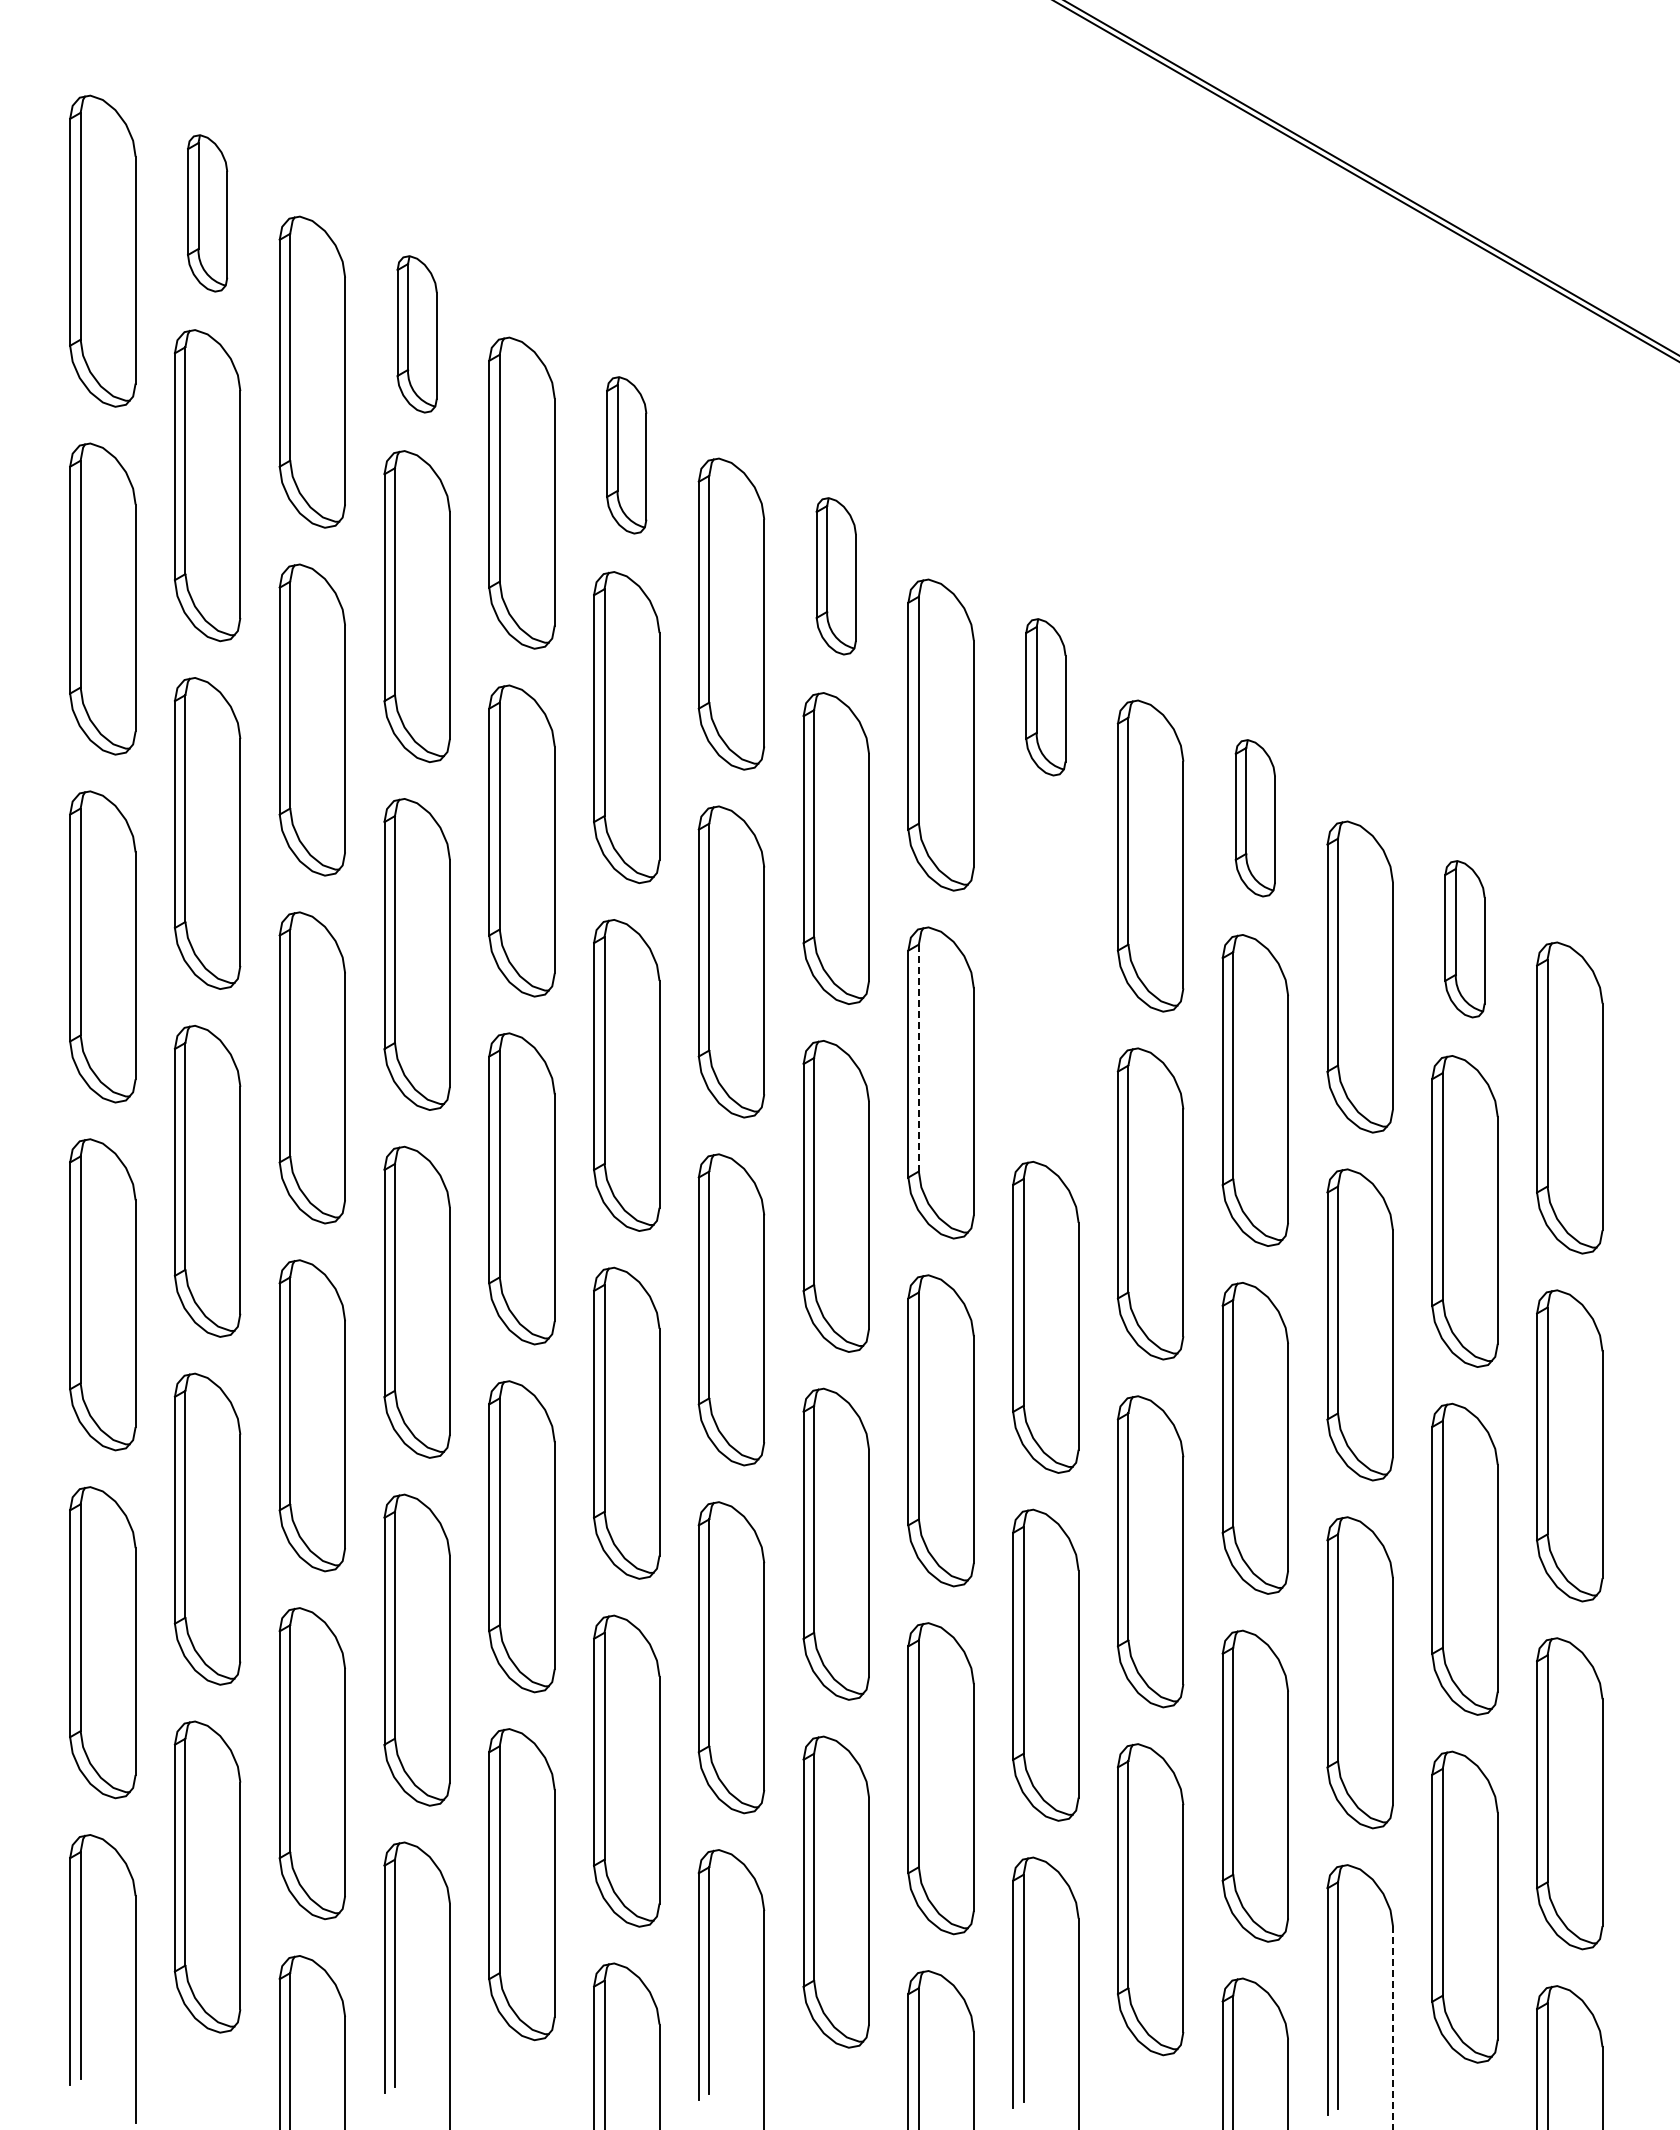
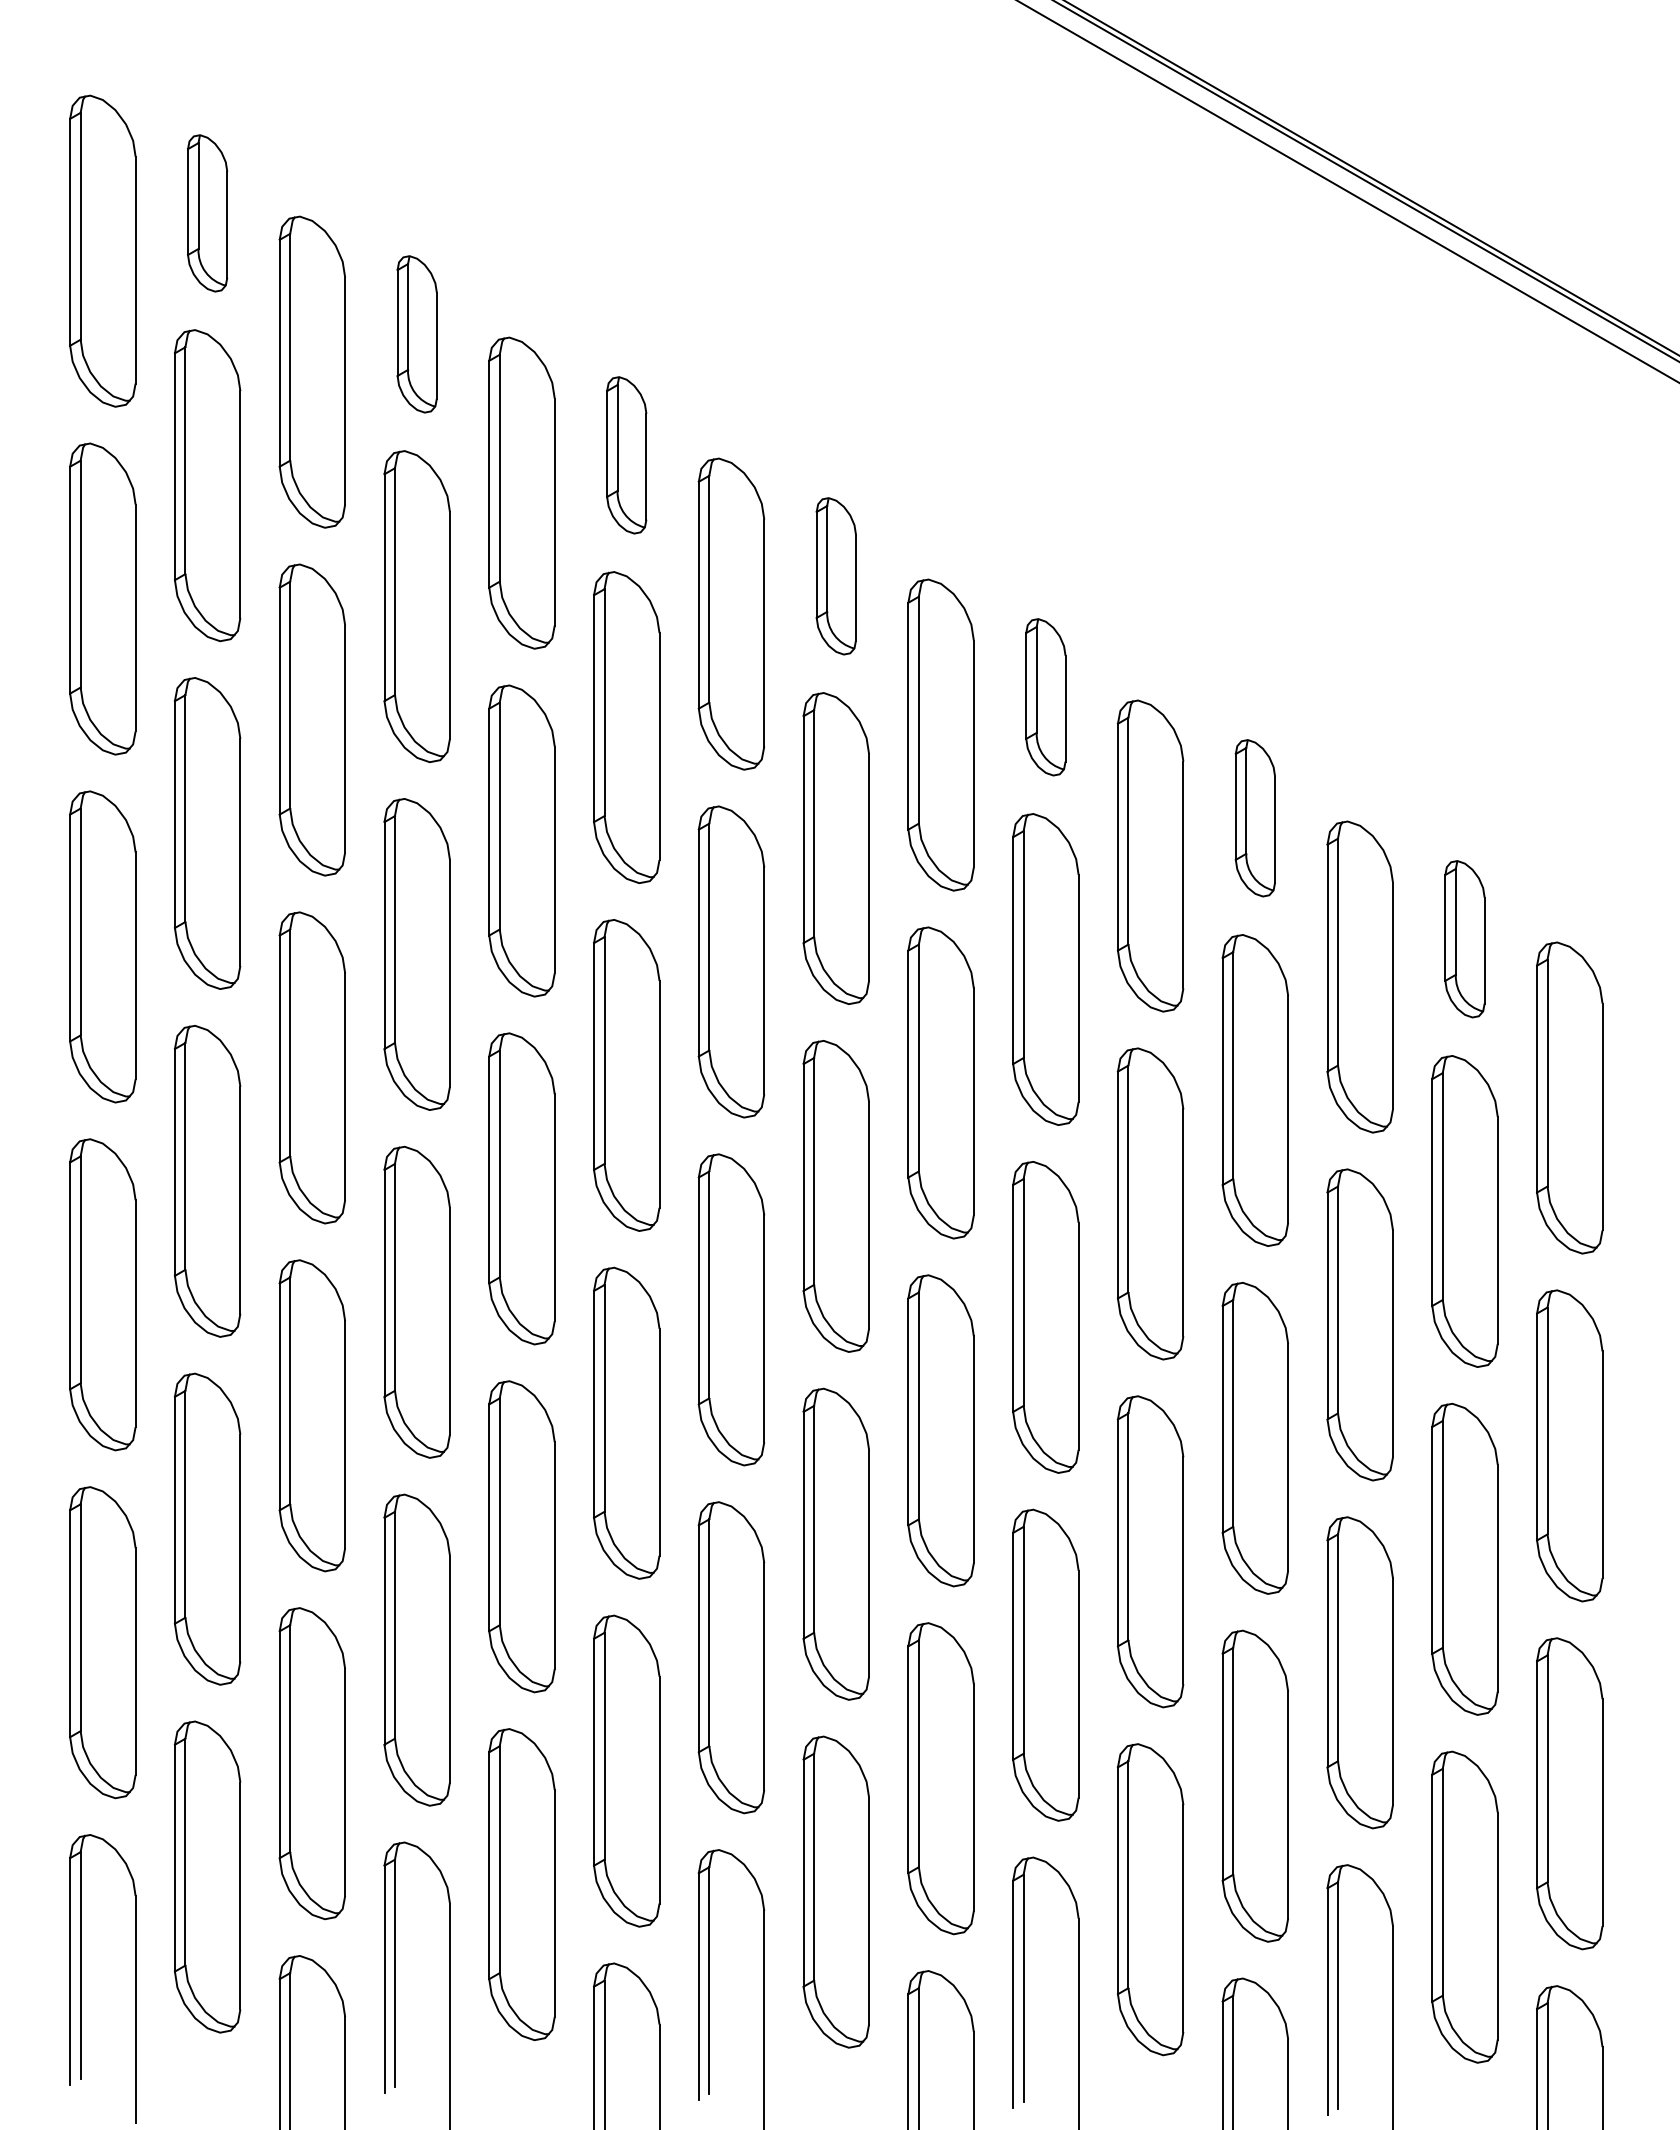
line at (1347, 191): none -> present
part at (1045, 969): none -> present
line at (918, 1058): dashed -> solid
line at (1392, 2027): dashed -> solid
